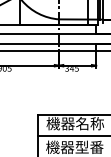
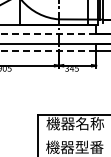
line at (48, 33): solid -> dashed
line at (48, 50): solid -> dashed
line at (72, 136): present -> none
